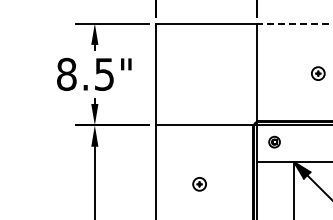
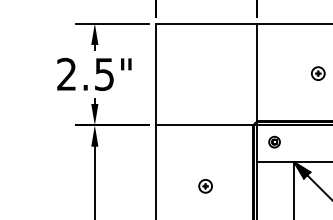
line at (294, 23): dashed -> solid
text at (66, 73): 8.5" -> 2.5"
part at (199, 184) position: (199, 184) -> (205, 186)
